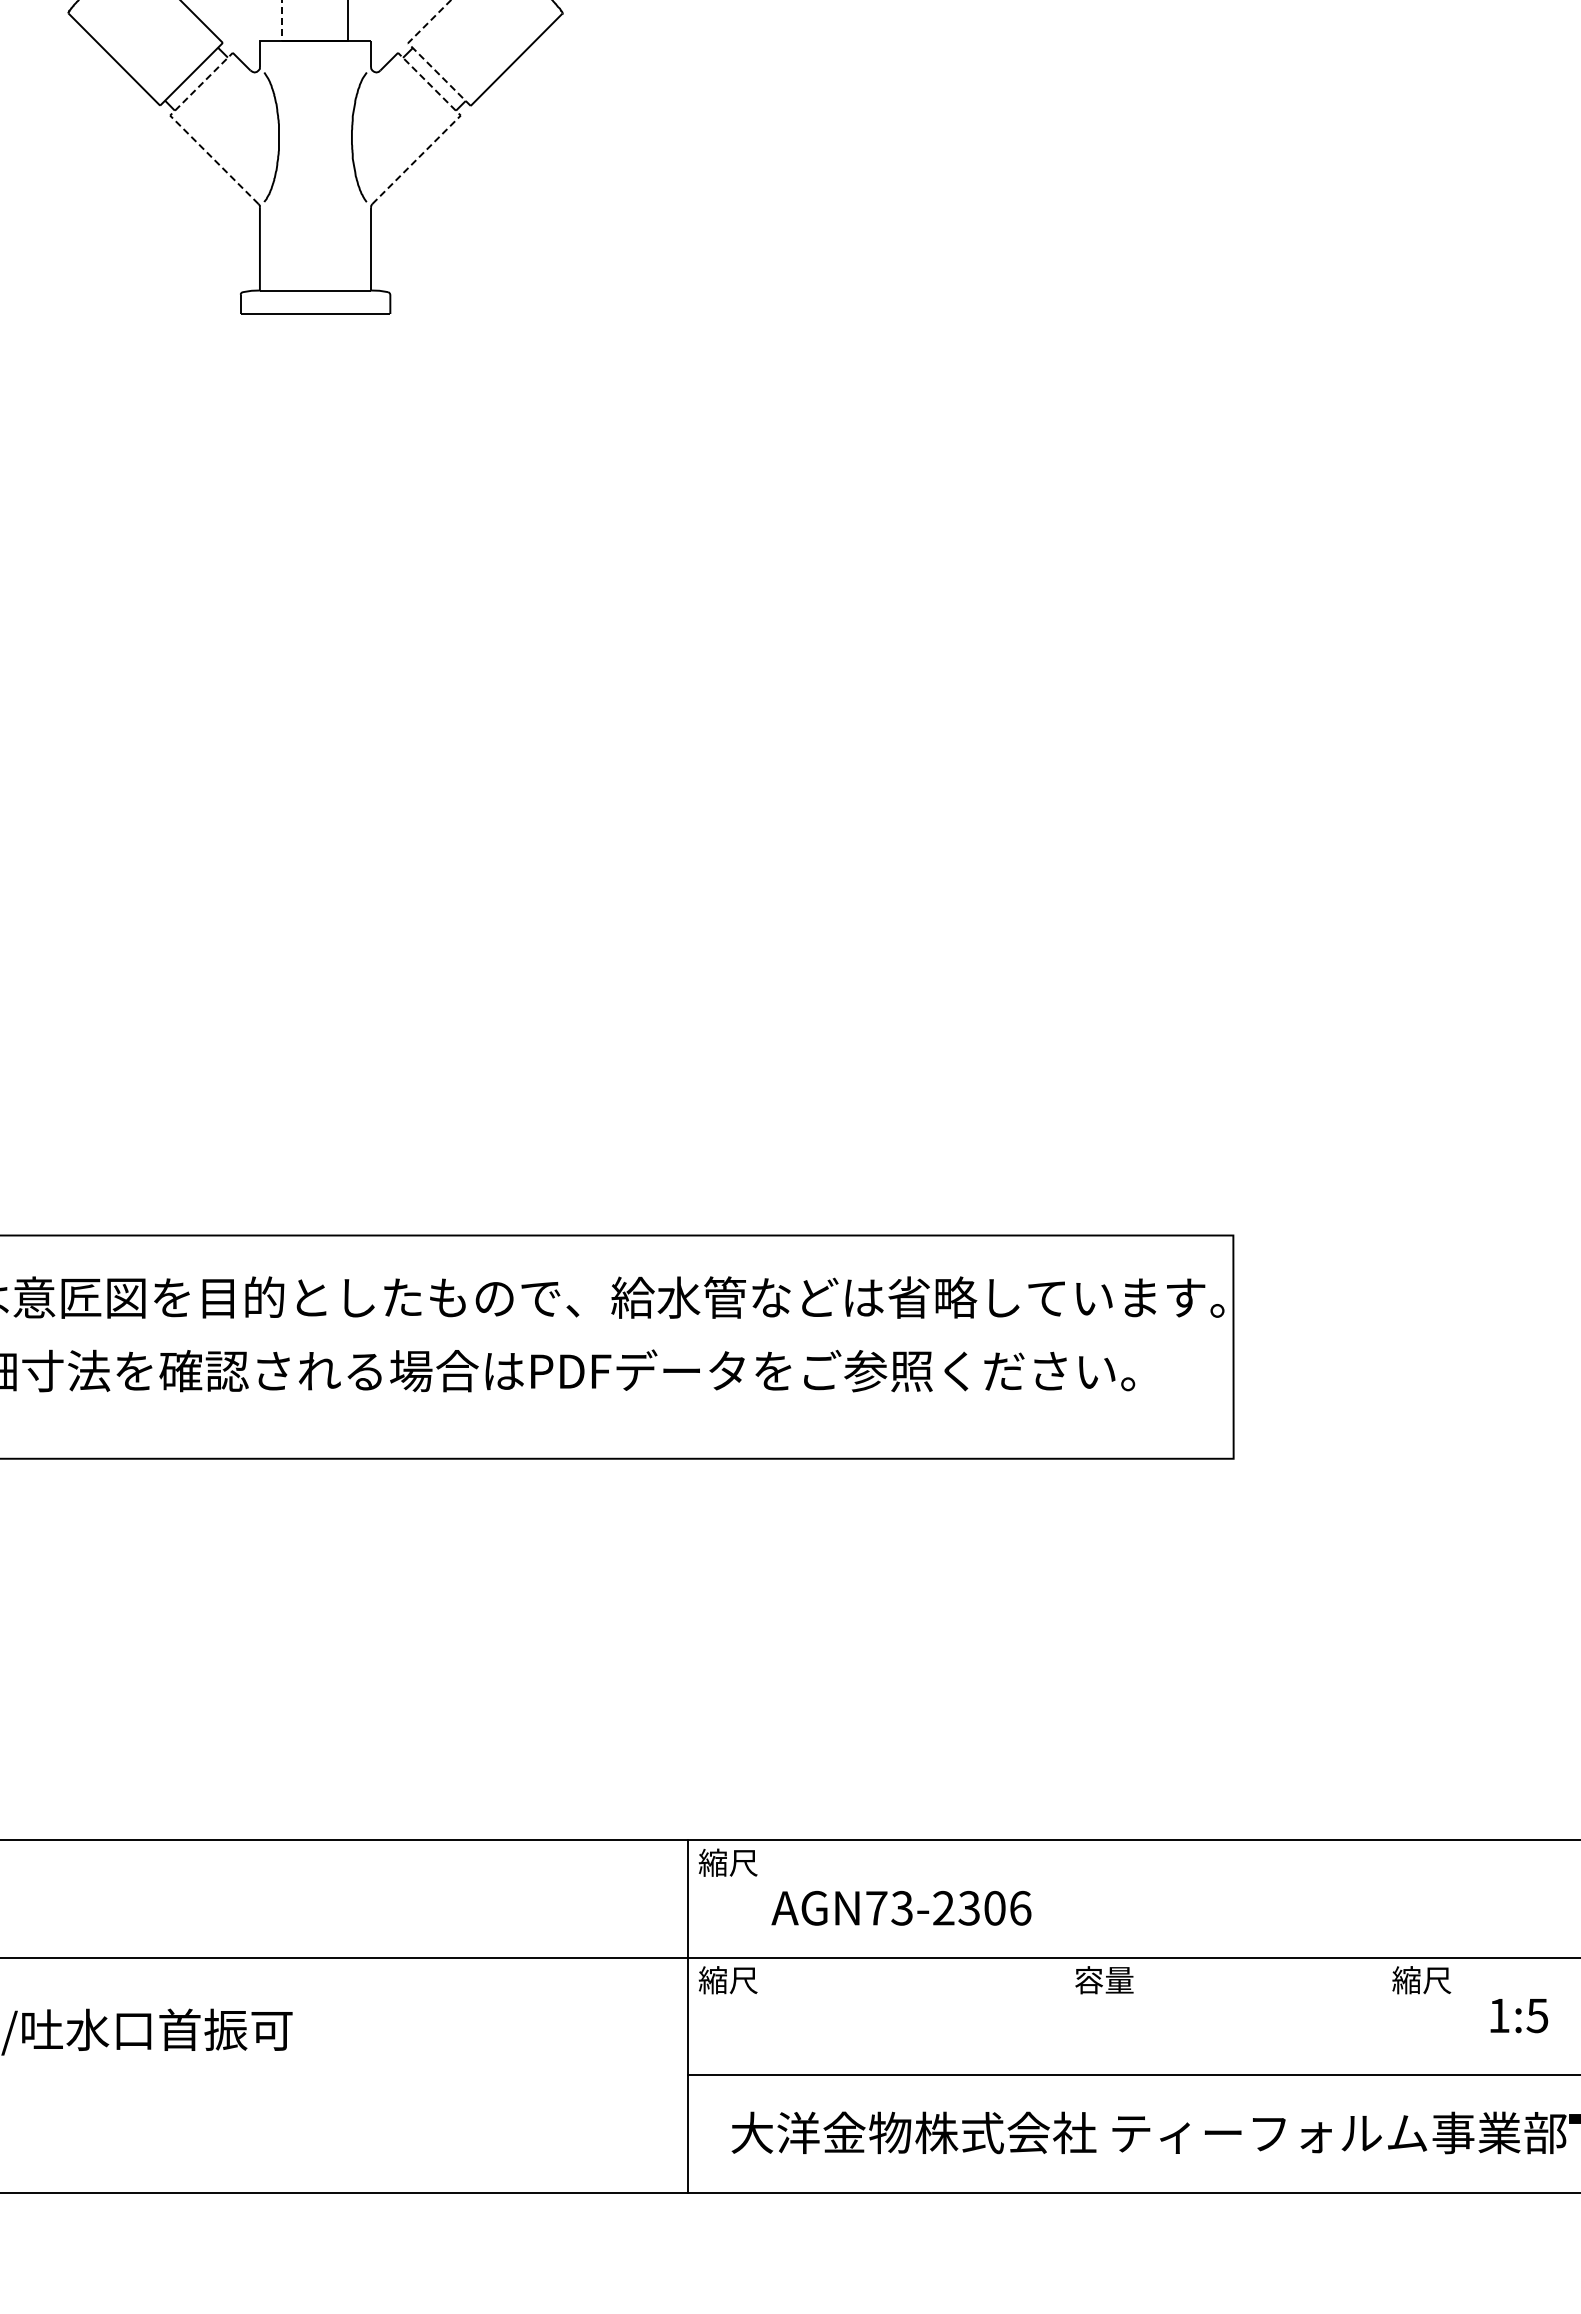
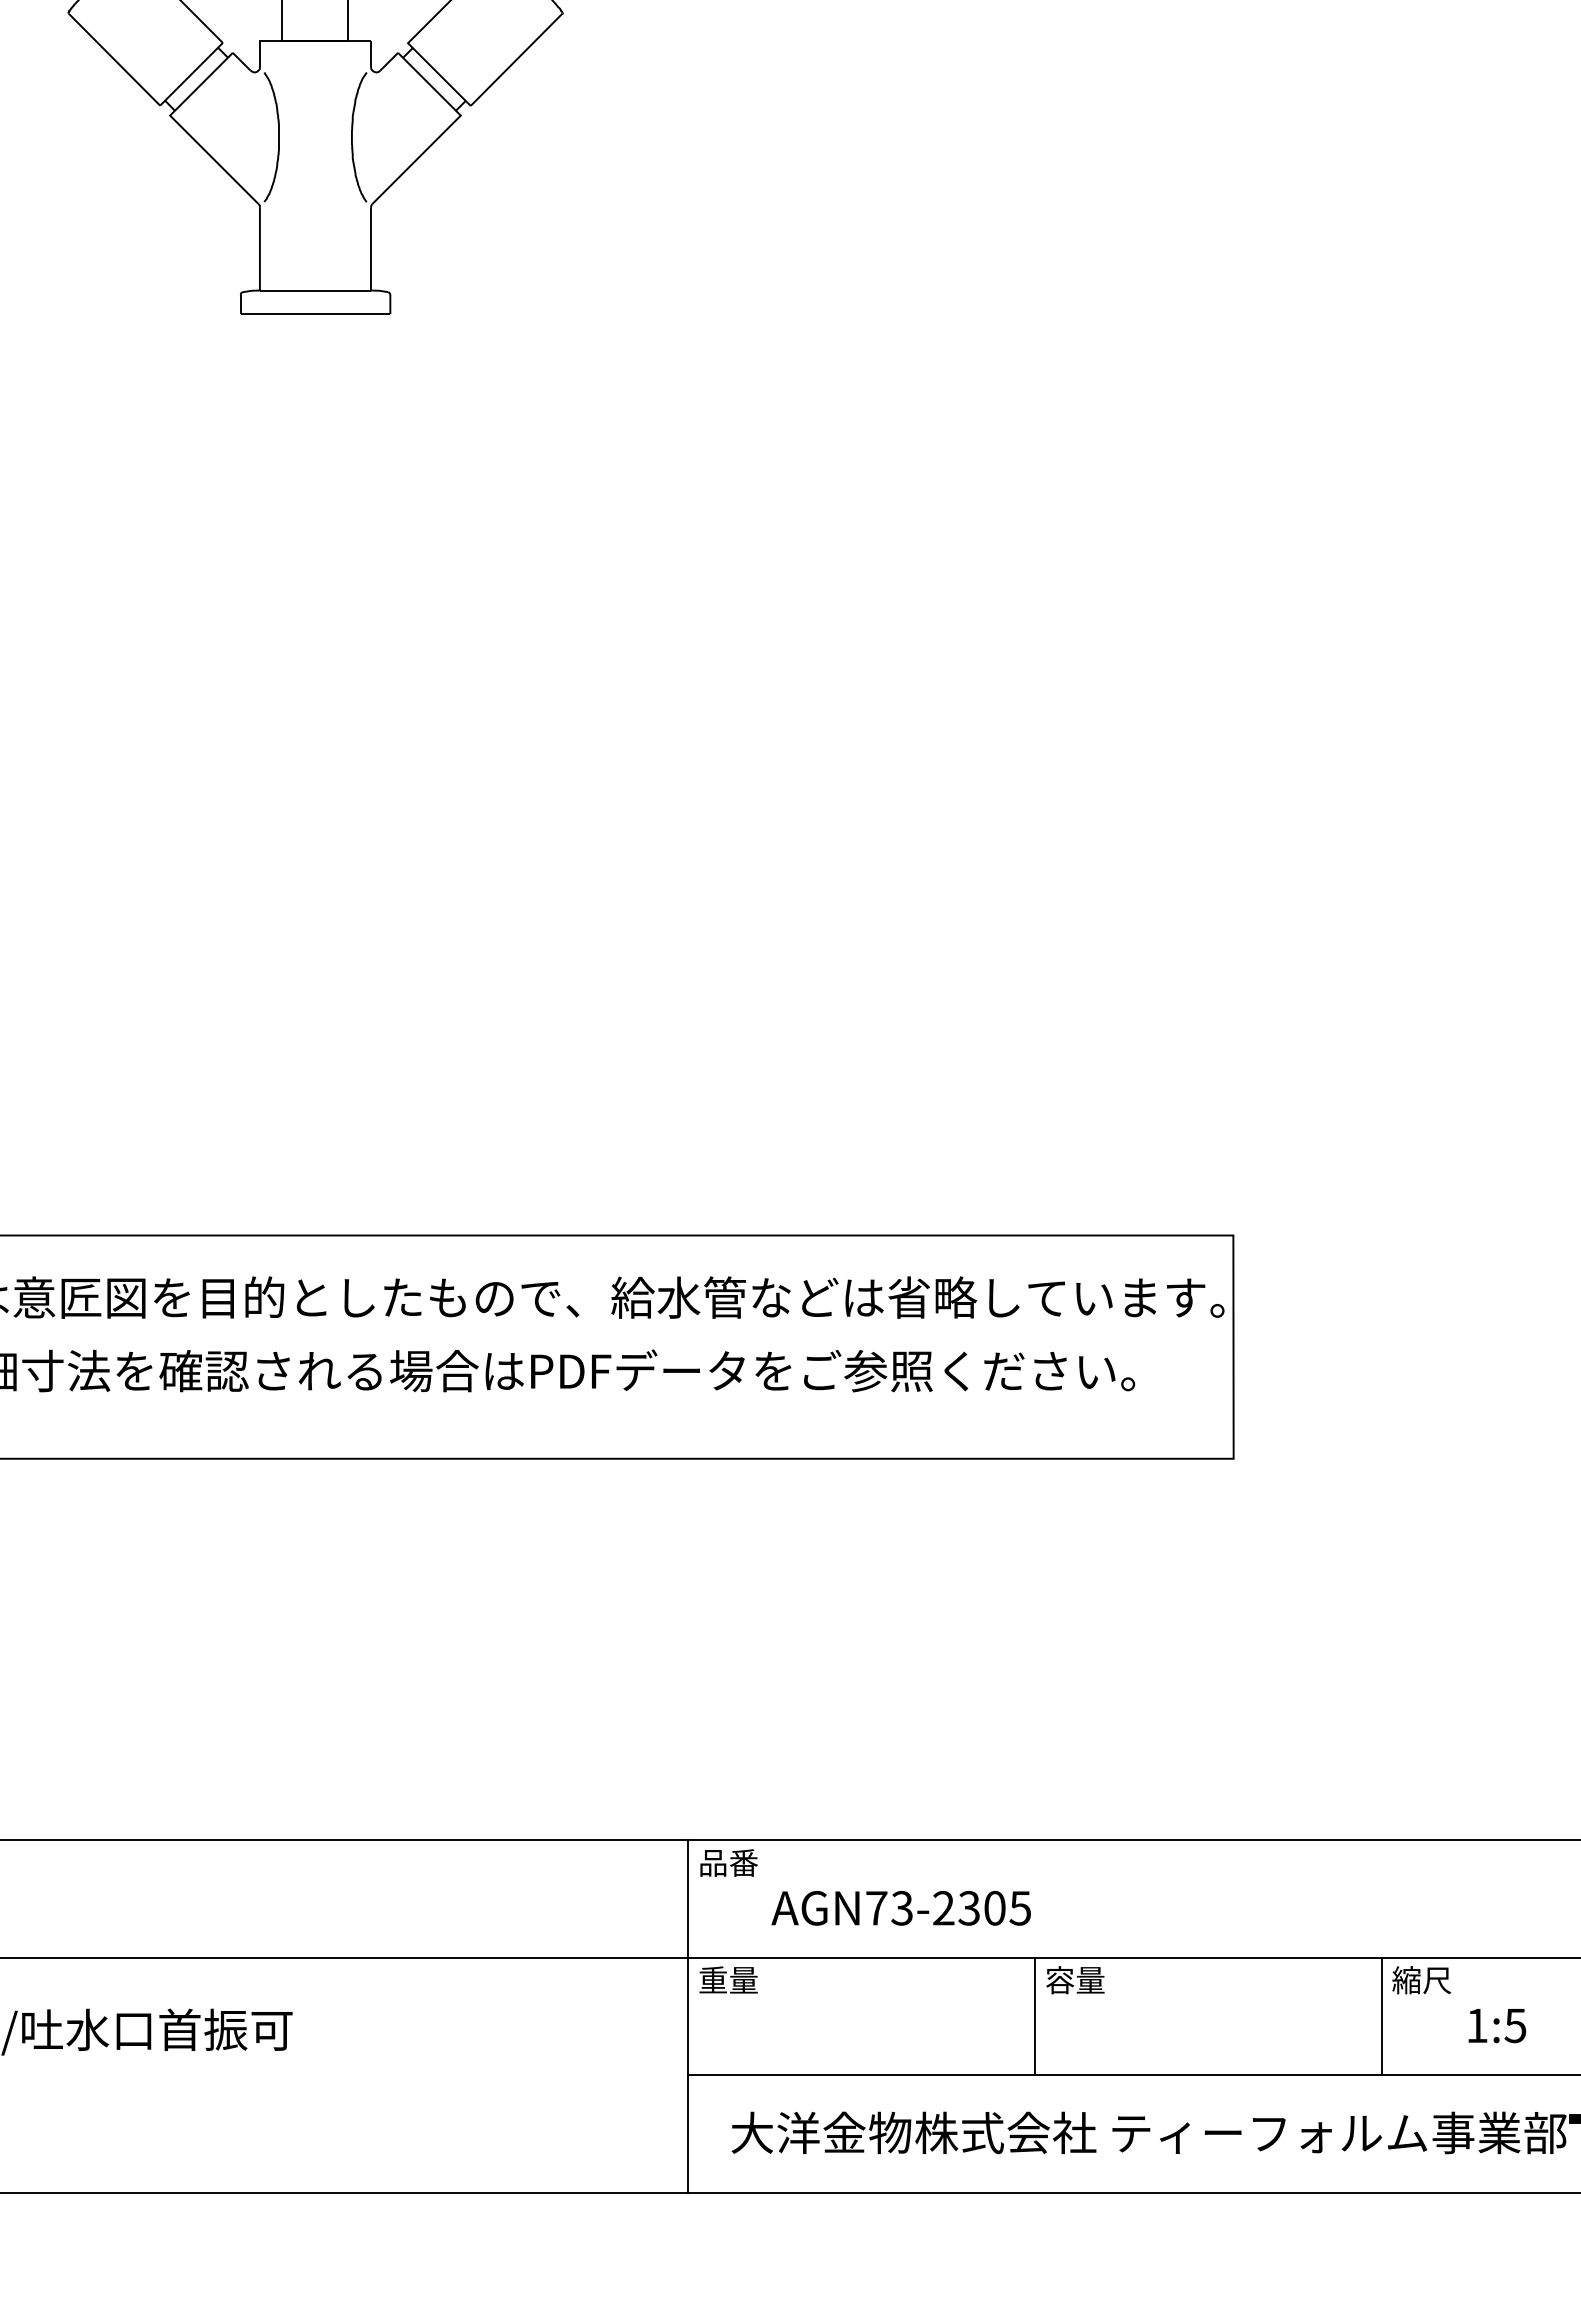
line at (282, 21): dashed -> solid
line at (417, 52): dashed -> solid
line at (182, 128): dashed -> solid
line at (448, 128): dashed -> solid
text at (727, 1862): 縮尺 -> 品番
text at (1020, 1907): AGN73-2306 -> AGN73-2305
text at (727, 1980): 縮尺 -> 重量
text at (1104, 1980) position: (1104, 1980) -> (1075, 1980)
line at (1034, 2016): none -> present
line at (1381, 2016): none -> present
text at (1519, 2016) position: (1519, 2016) -> (1497, 2026)
